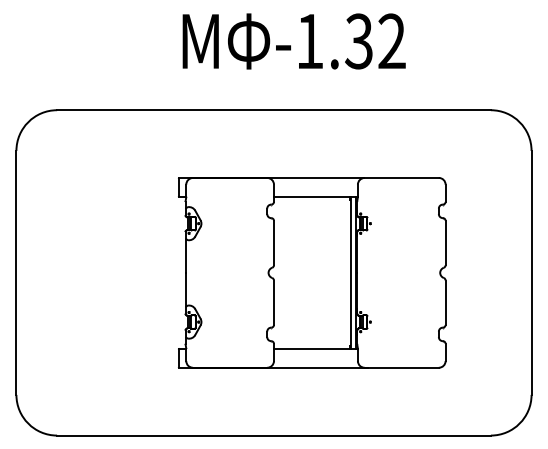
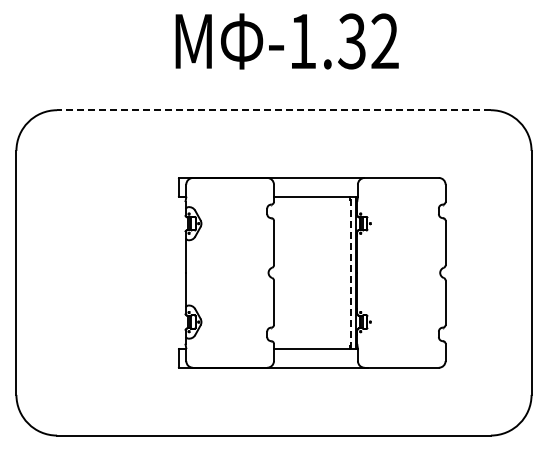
text at (293, 41) position: (293, 41) -> (286, 41)
line at (274, 110): solid -> dashed
line at (350, 272): solid -> dashed
